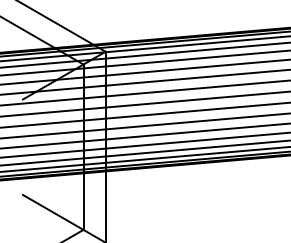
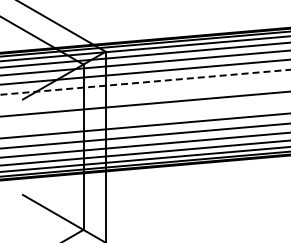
line at (145, 82): solid -> dashed
line at (144, 92): present -> none
line at (144, 114): present -> none
